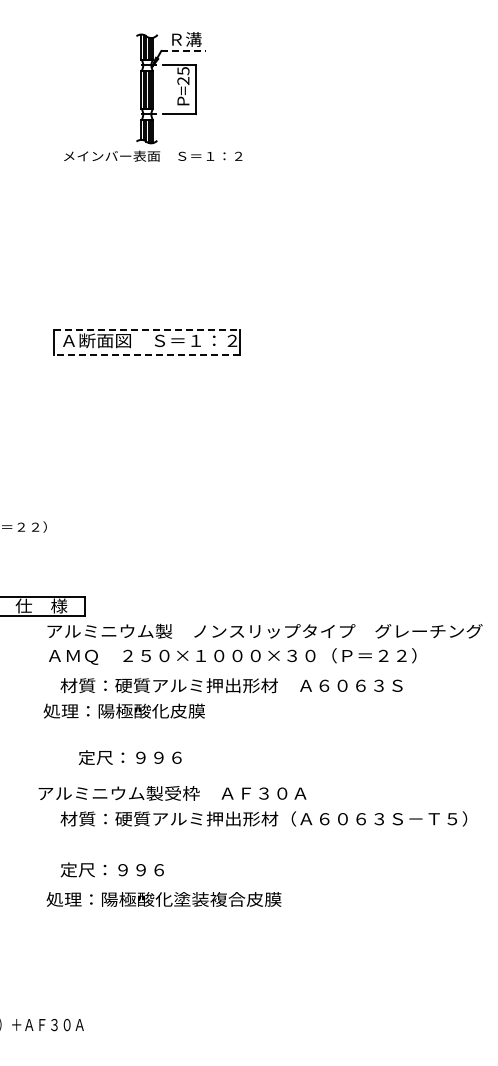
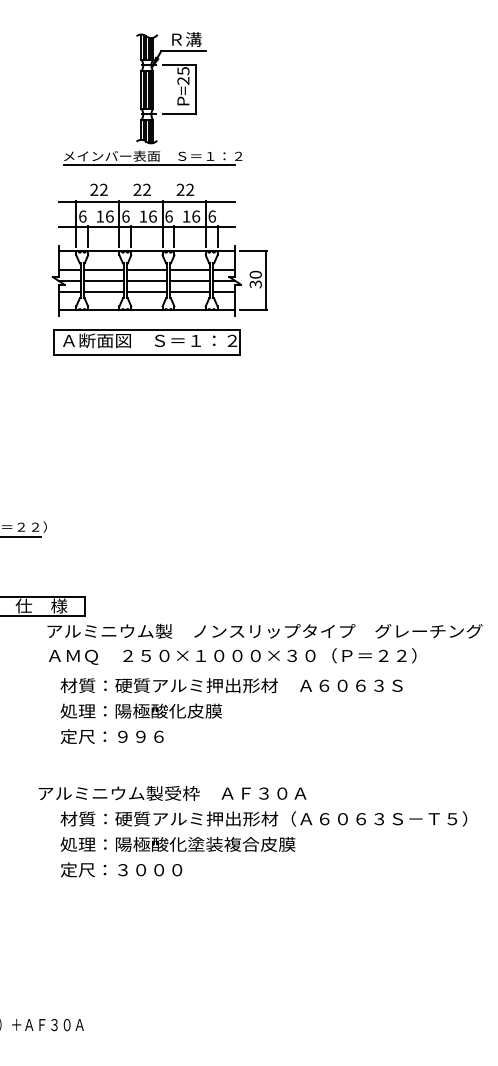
line at (184, 50): dashed -> solid
line at (149, 165): none -> present
part at (159, 249): none -> present
line at (147, 329): dashed -> solid
line at (146, 355): dashed -> solid
line at (21, 536): none -> present
text at (123, 710) position: (123, 710) -> (140, 710)
text at (129, 757) position: (129, 757) -> (111, 736)
text at (150, 870): 定尺：９９６ -> 定尺：３０００
text at (163, 899) position: (163, 899) -> (177, 844)
